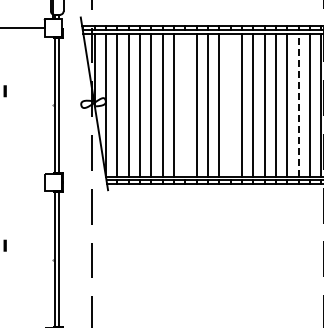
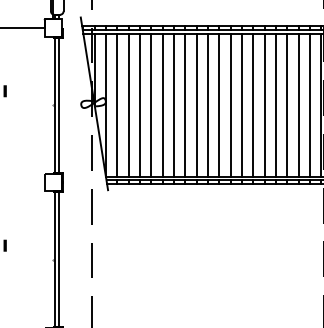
line at (298, 104): dashed -> solid
line at (185, 105): none -> present
line at (230, 105): none -> present
